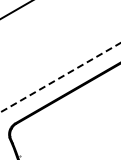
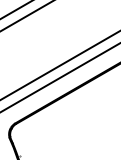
line at (26, 16): none -> present
line at (59, 65): none -> present
line at (60, 77): dashed -> solid
